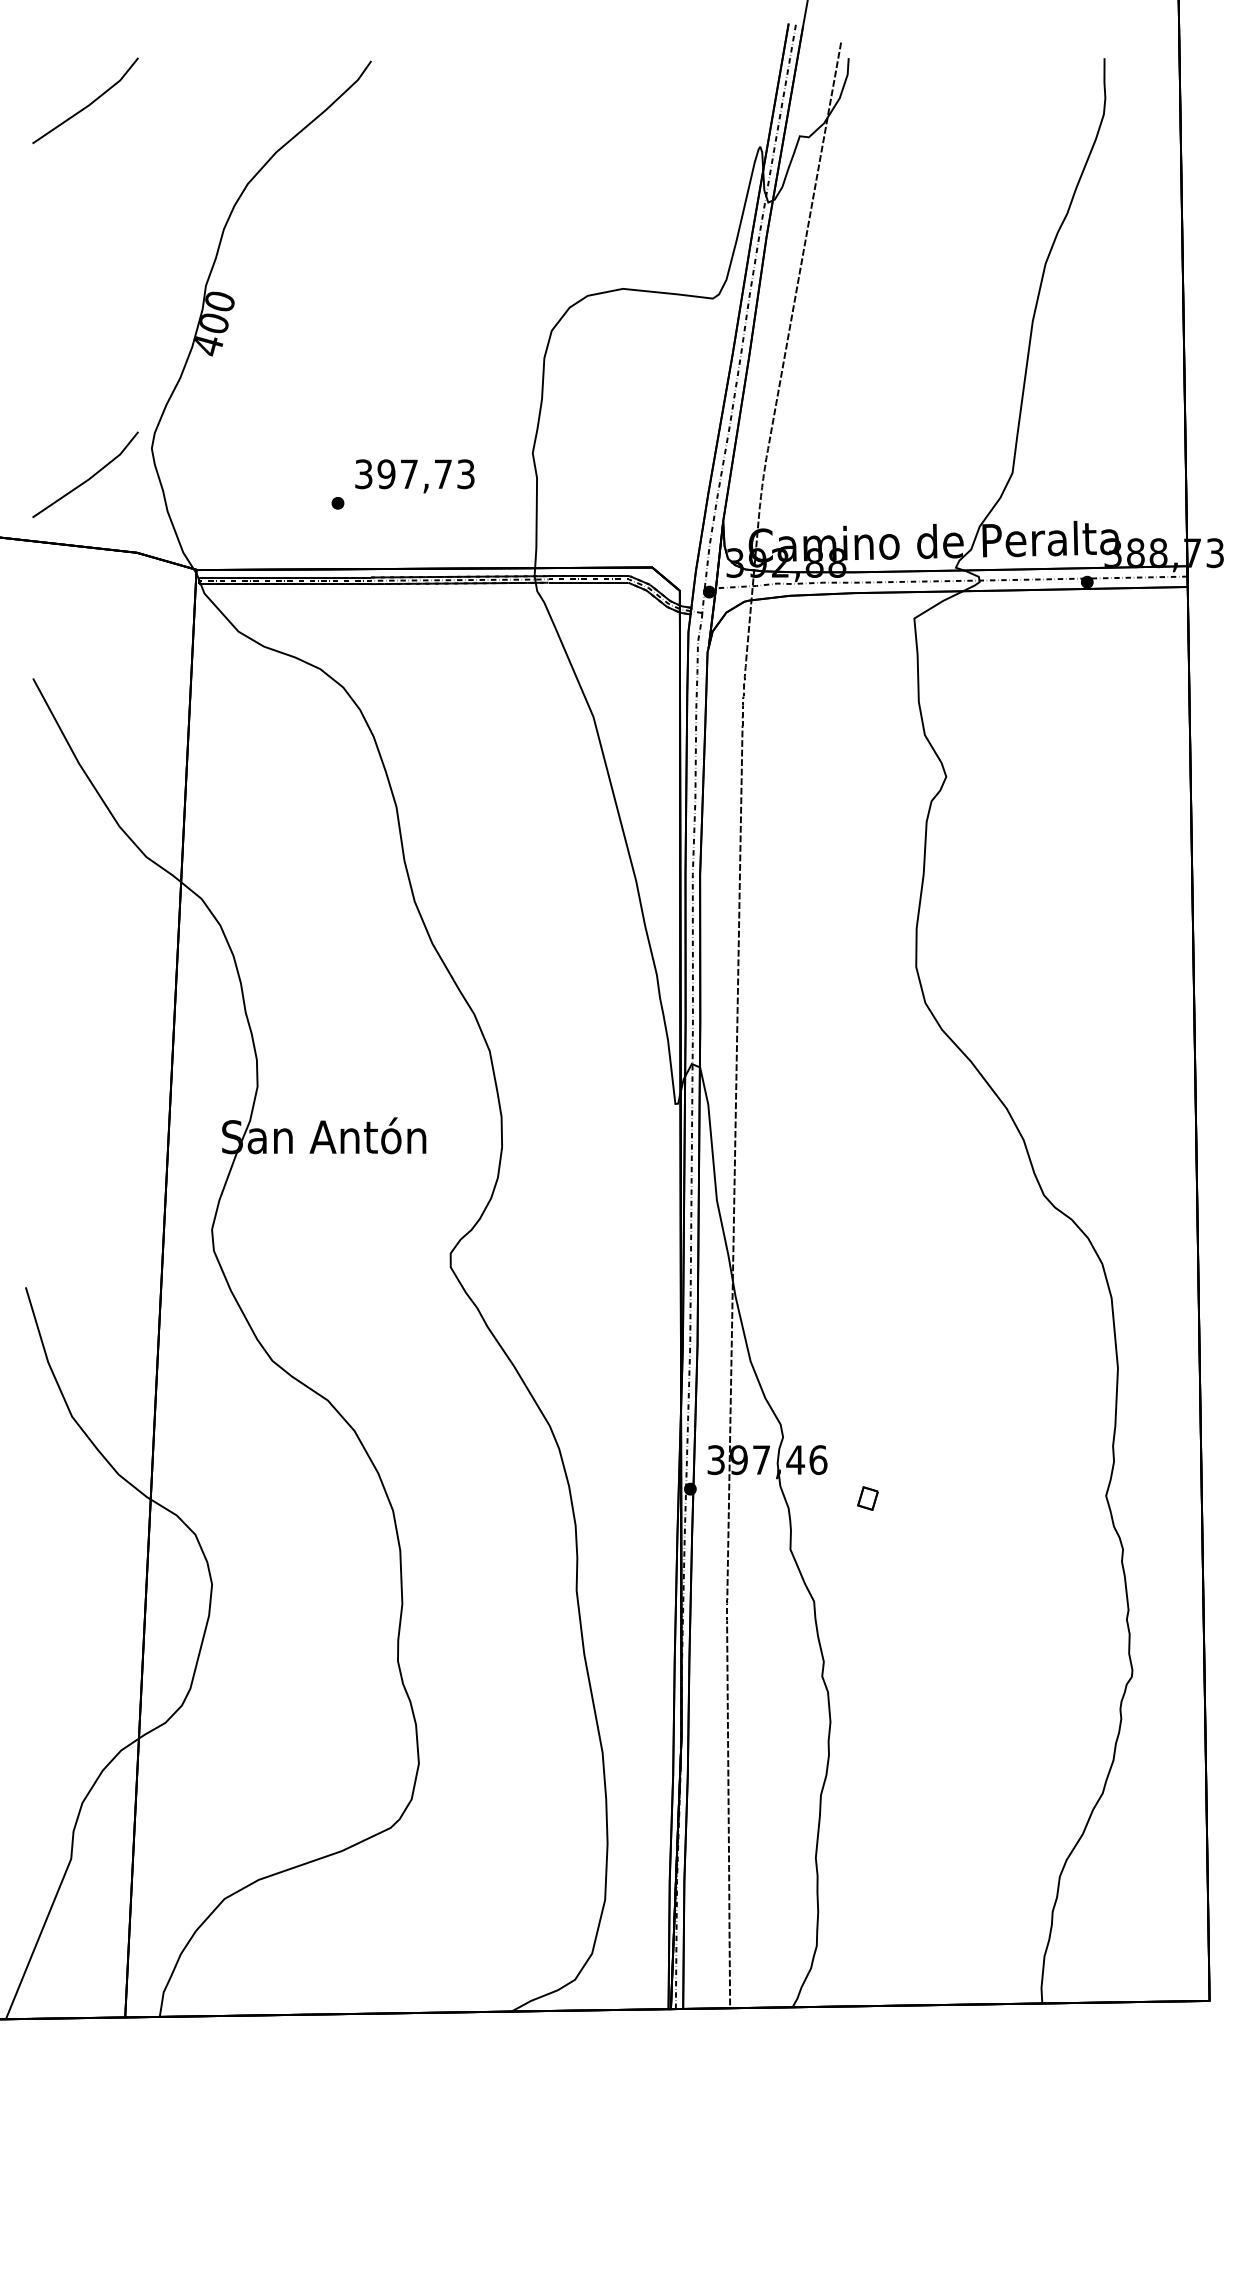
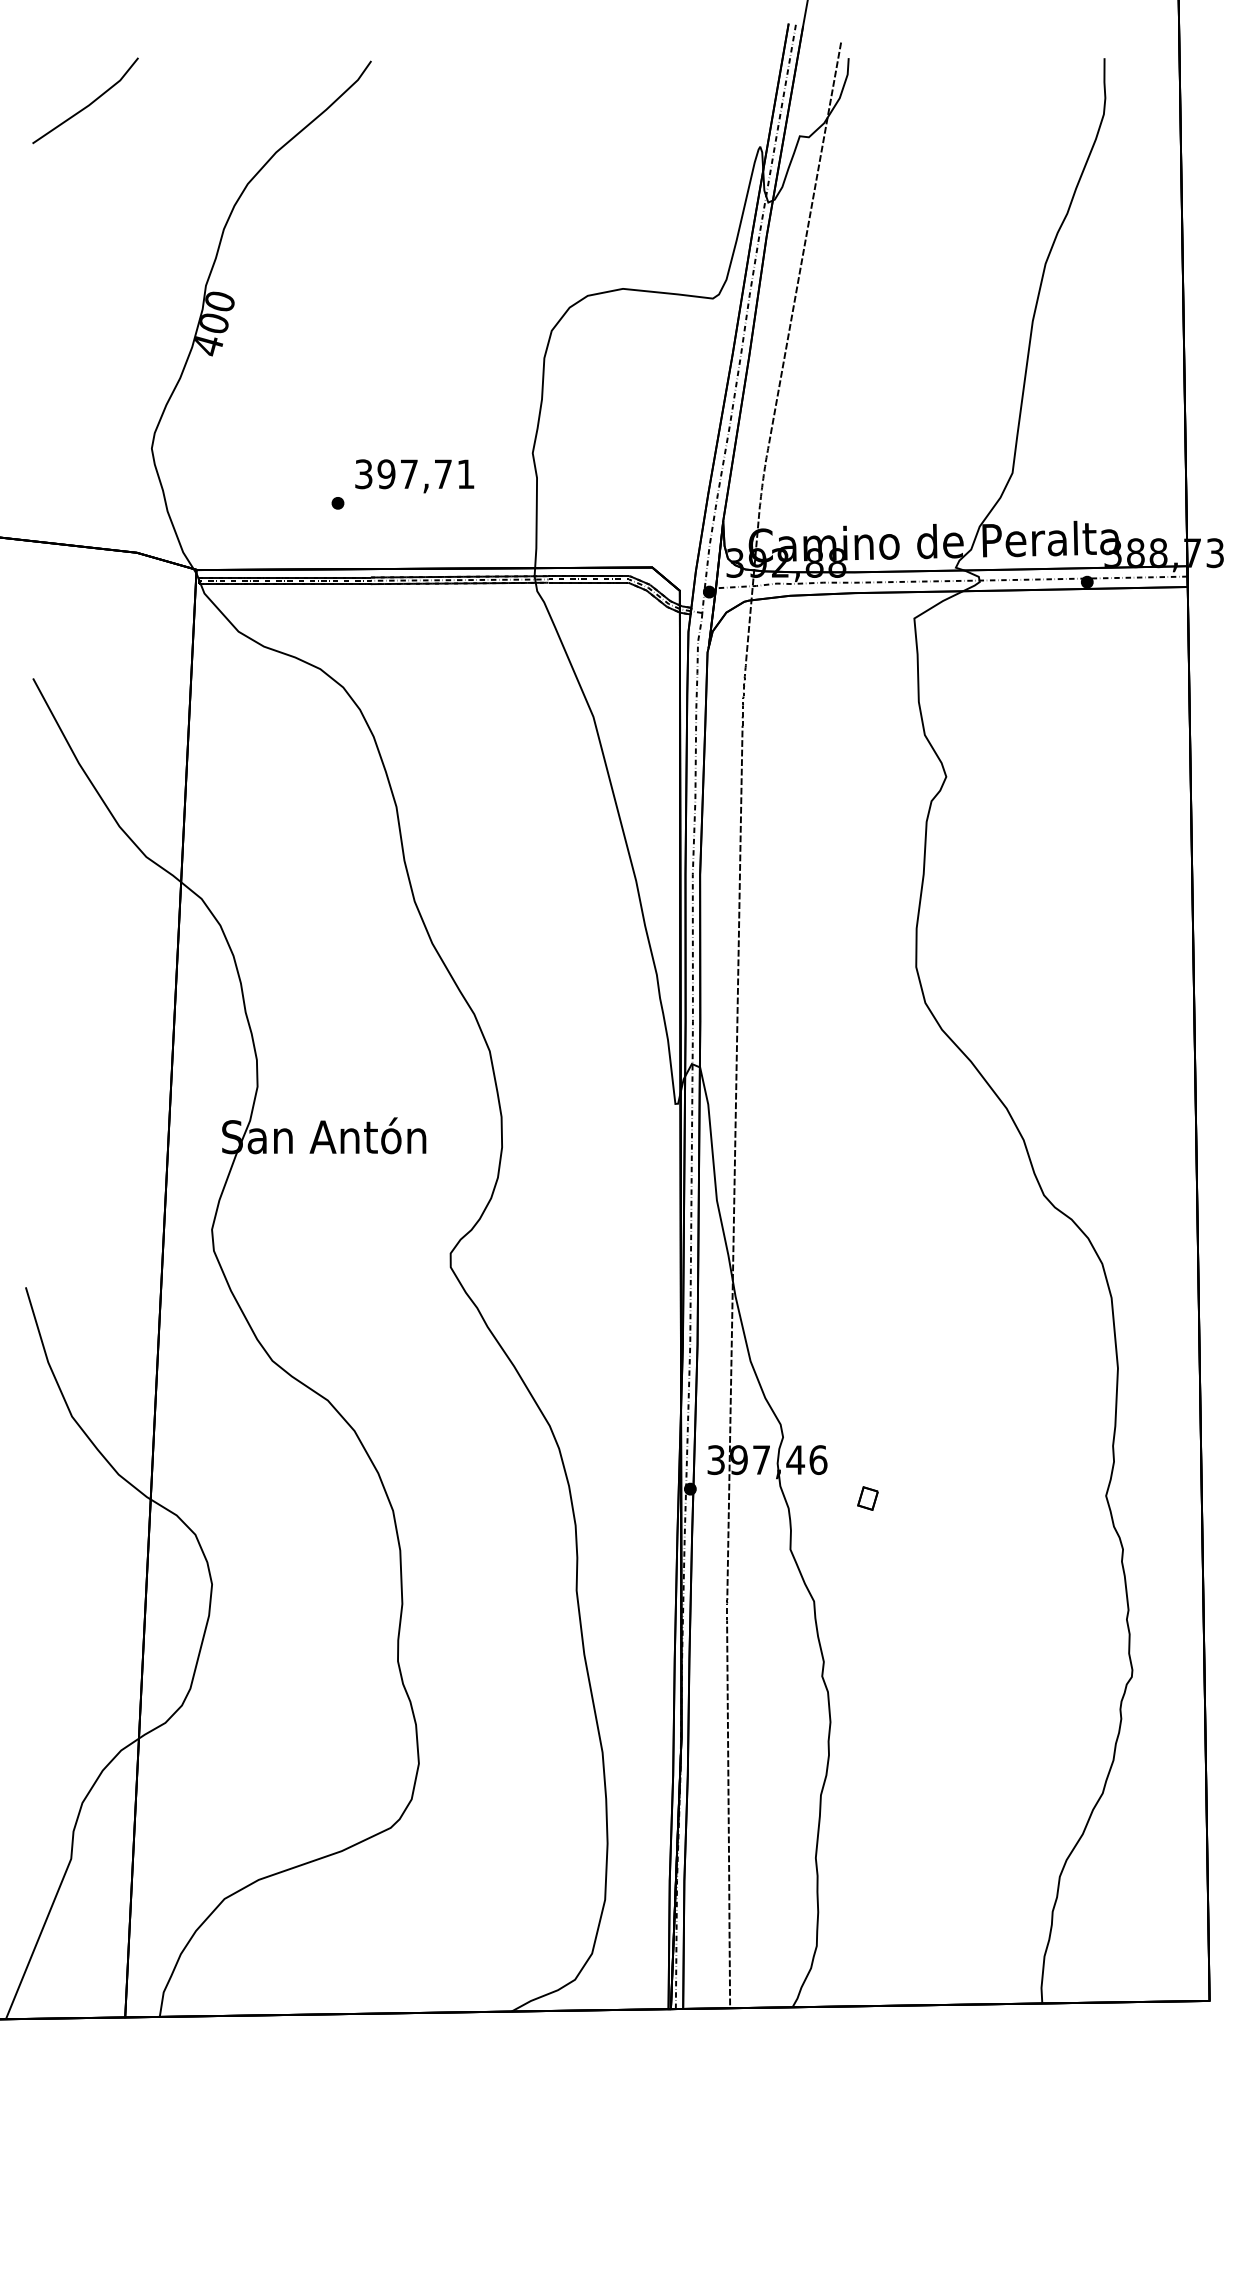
text at (465, 474): 397,73 -> 397,71
line at (89, 477): present -> none
